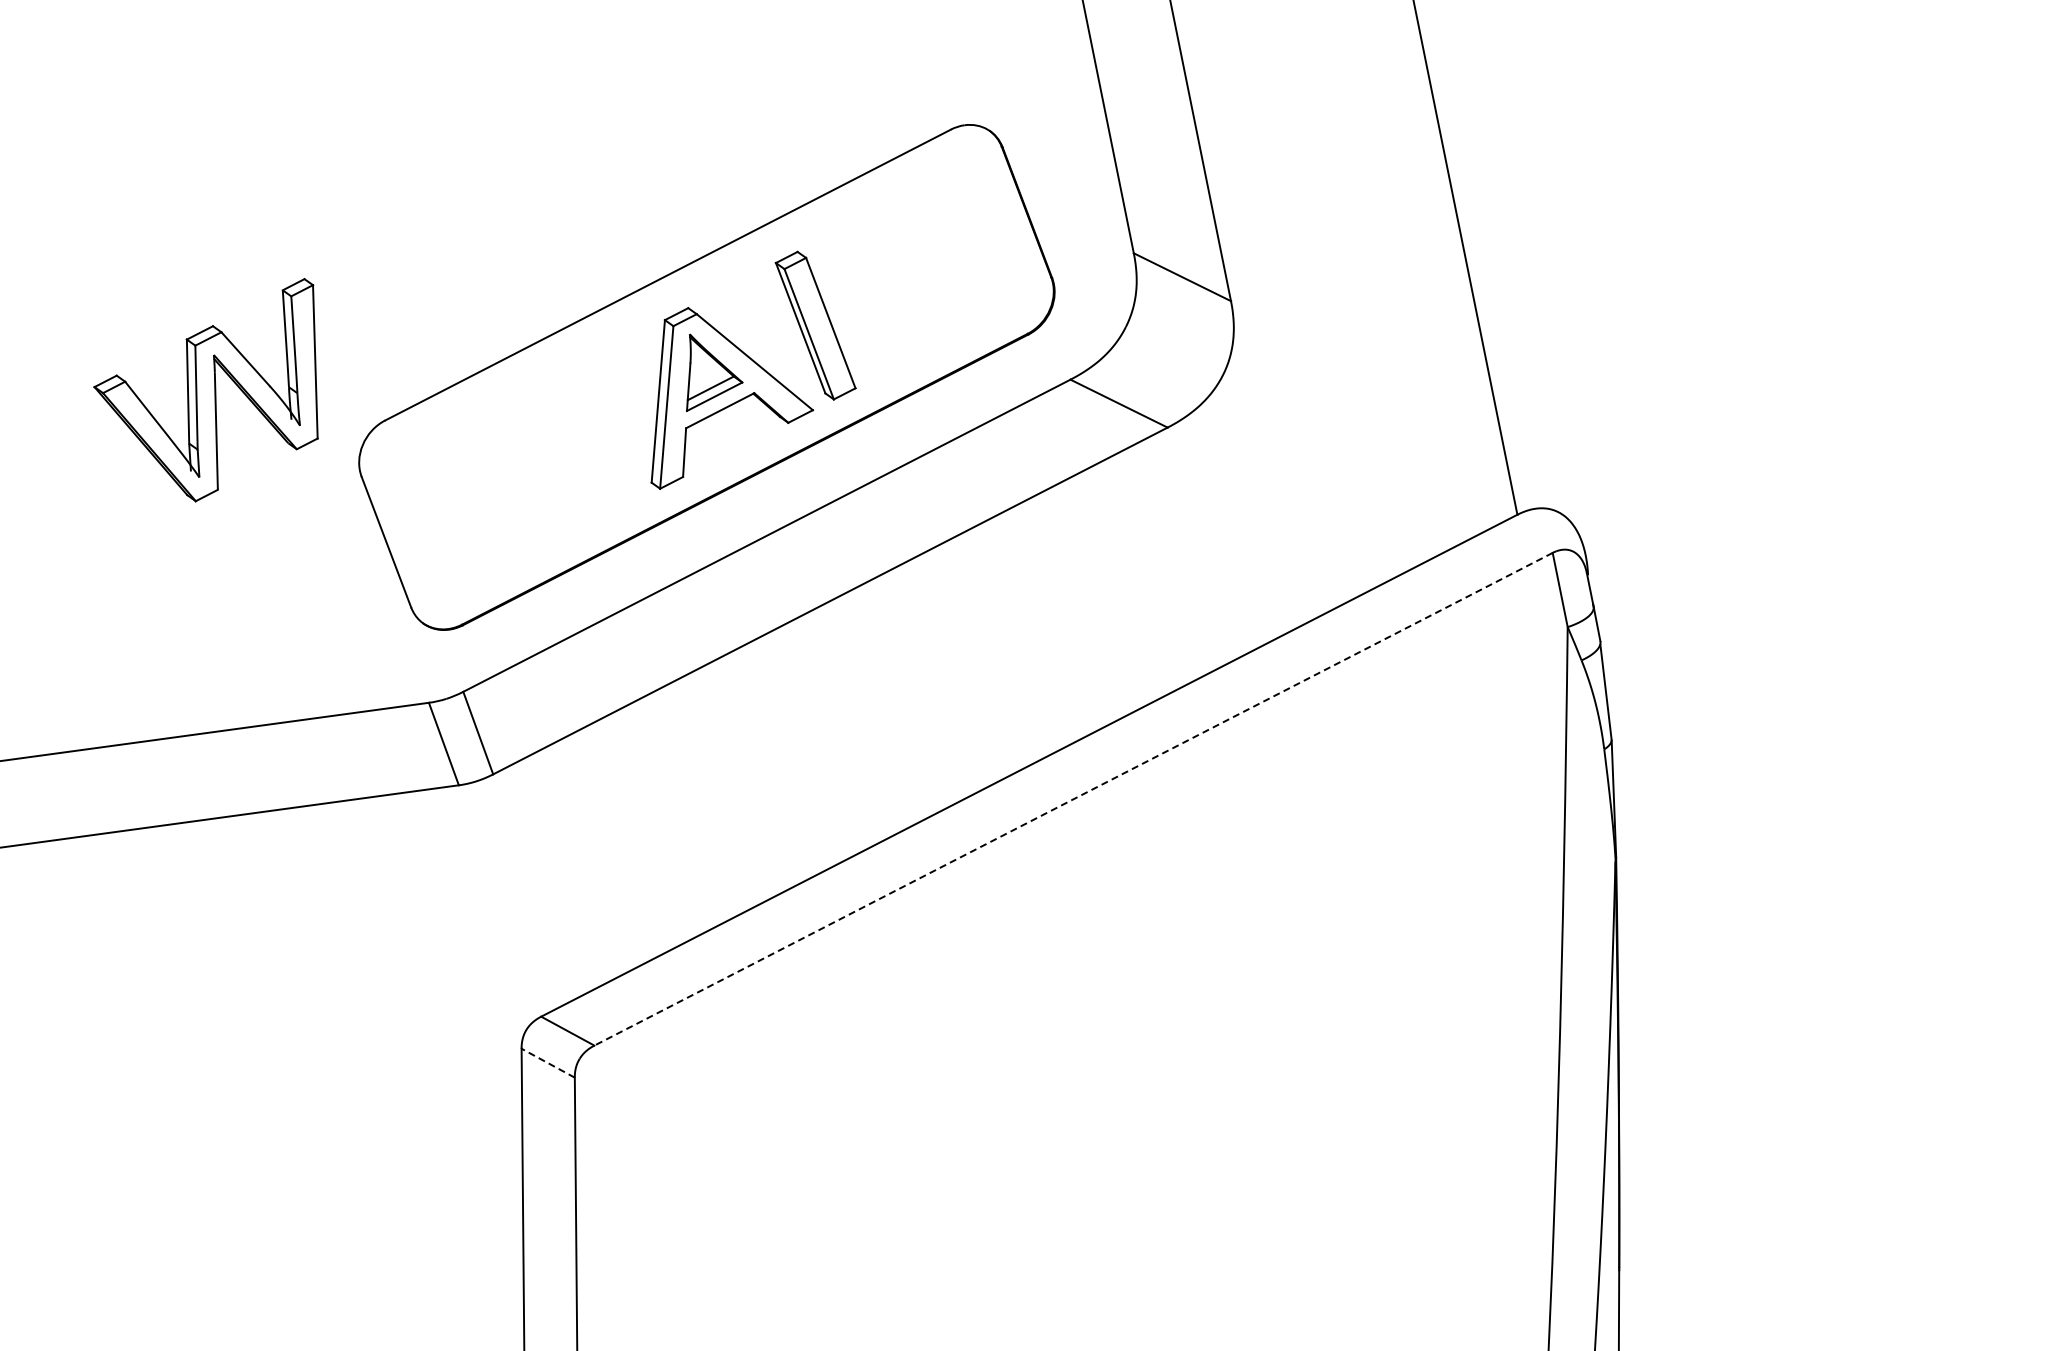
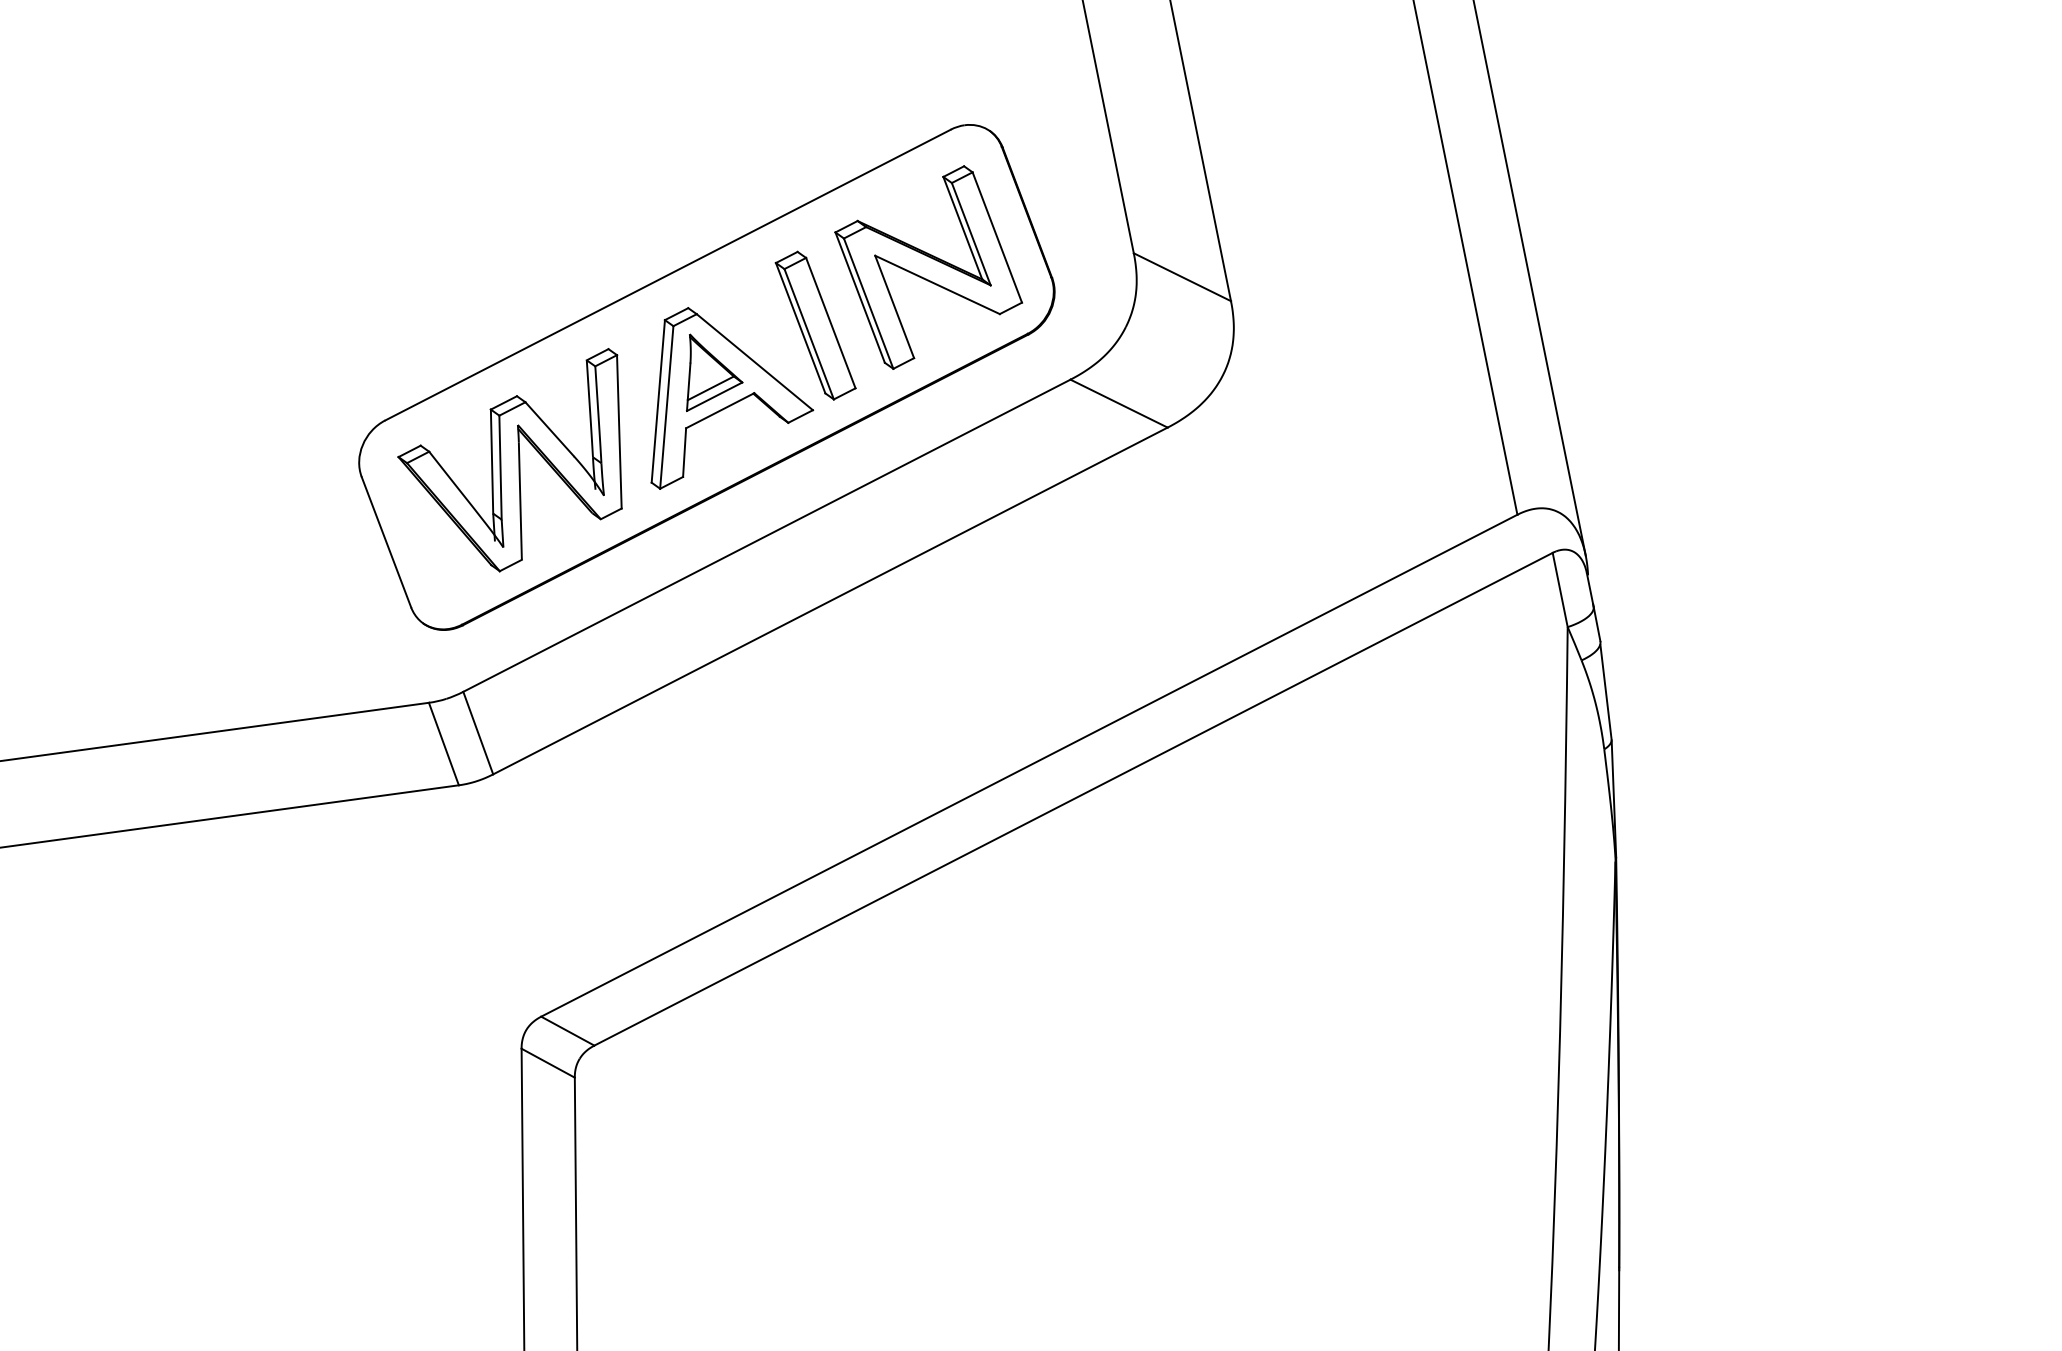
part at (928, 267): none -> present
line at (1529, 278): none -> present
part at (205, 390) position: (205, 390) -> (509, 460)
line at (1073, 799): dashed -> solid
line at (547, 1062): dashed -> solid
